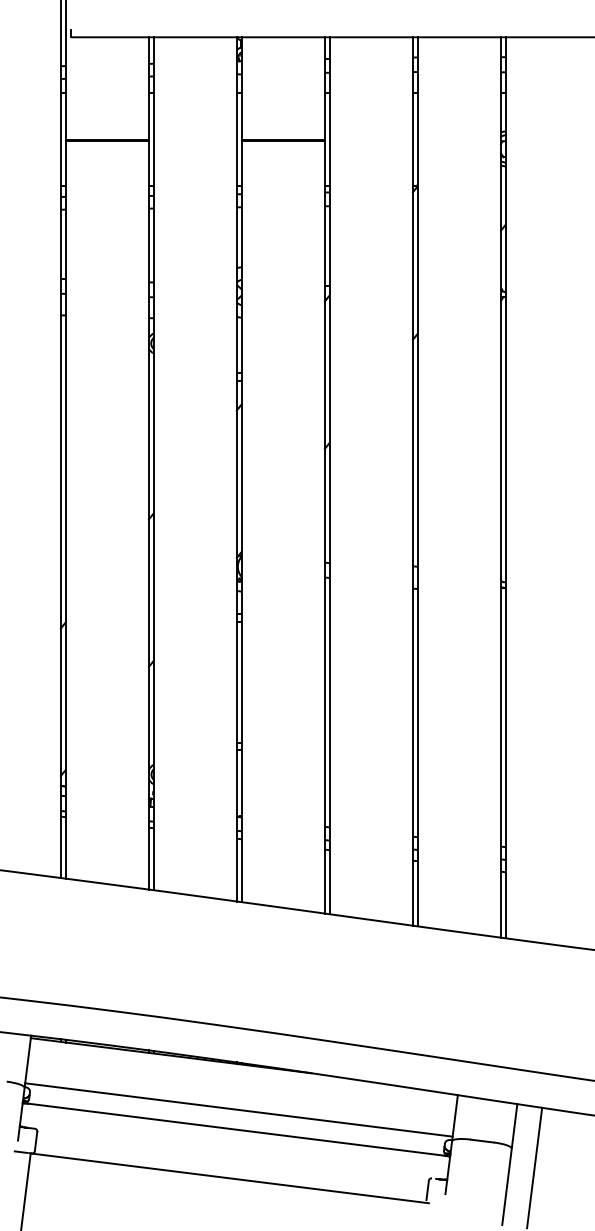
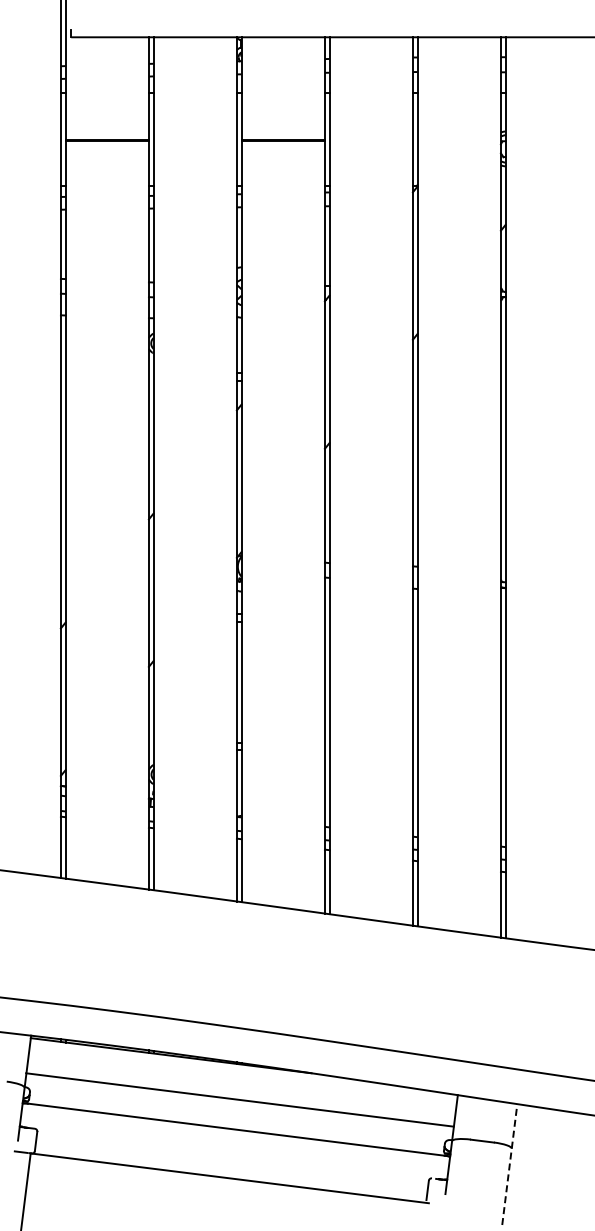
line at (238, 1109) position: (238, 1109) -> (239, 1099)
line at (509, 1164): solid -> dashed
line at (534, 1167): present -> none
